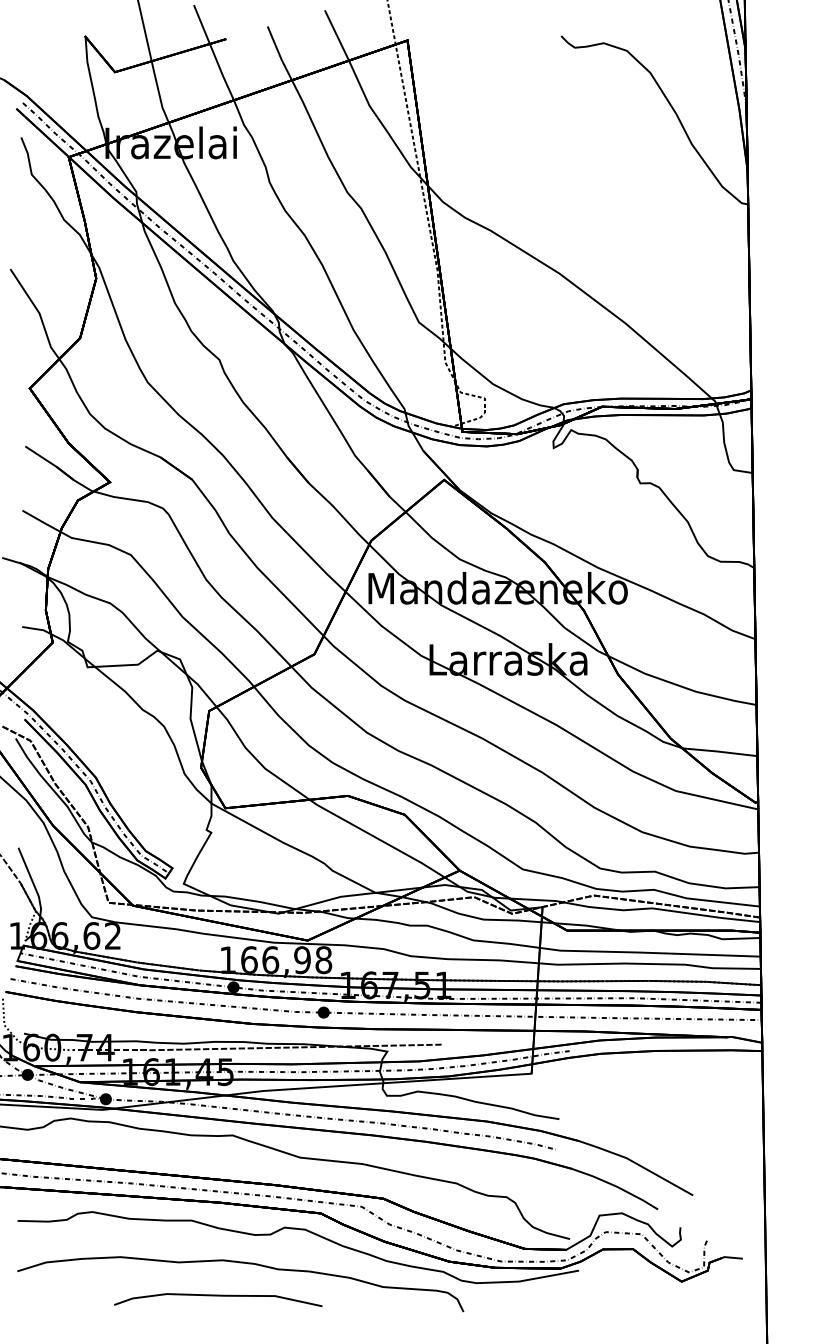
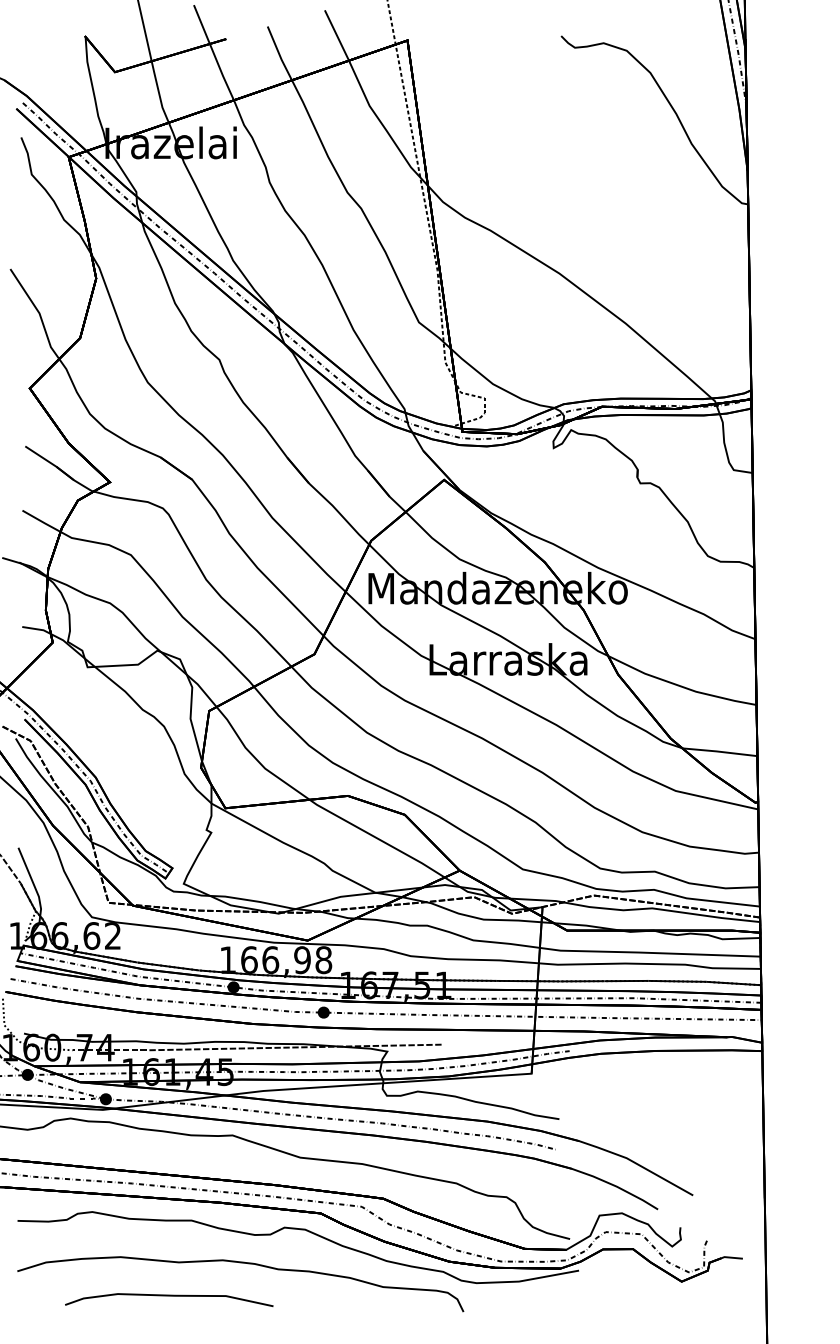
curve at (218, 1296) position: (218, 1296) -> (169, 1296)
